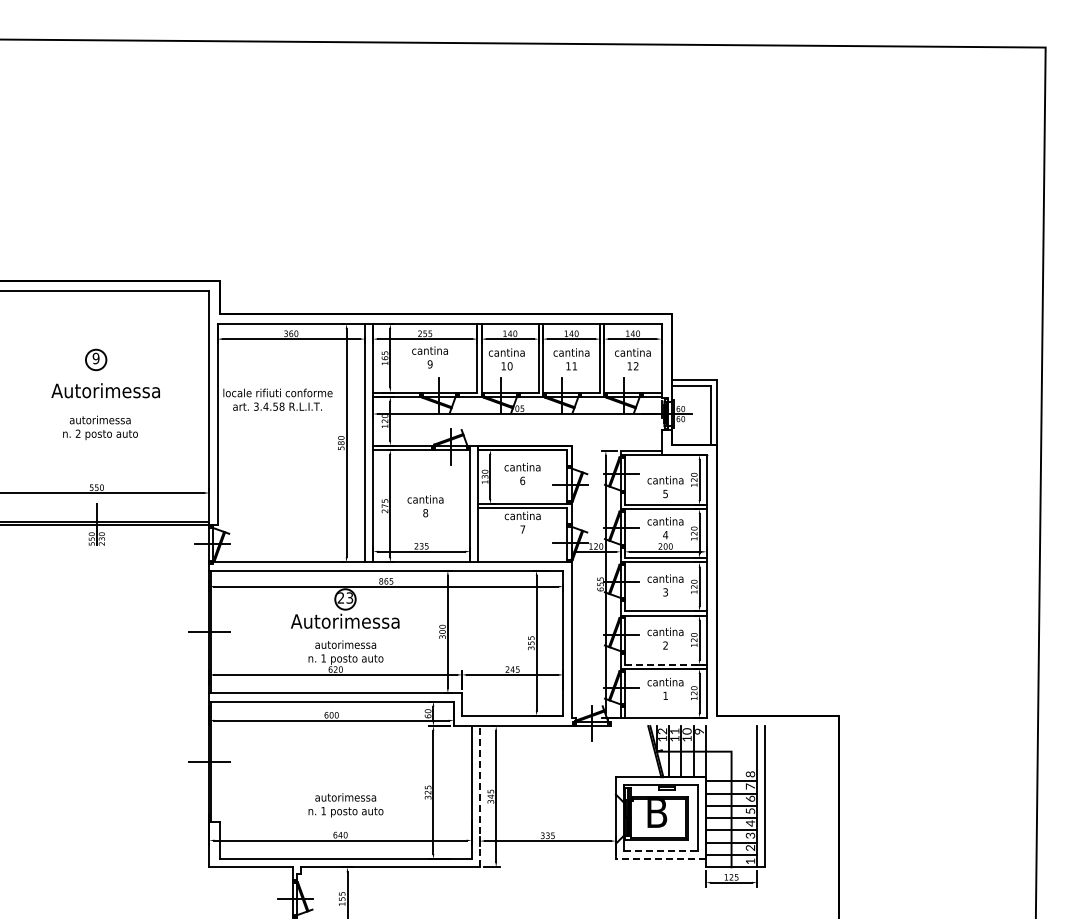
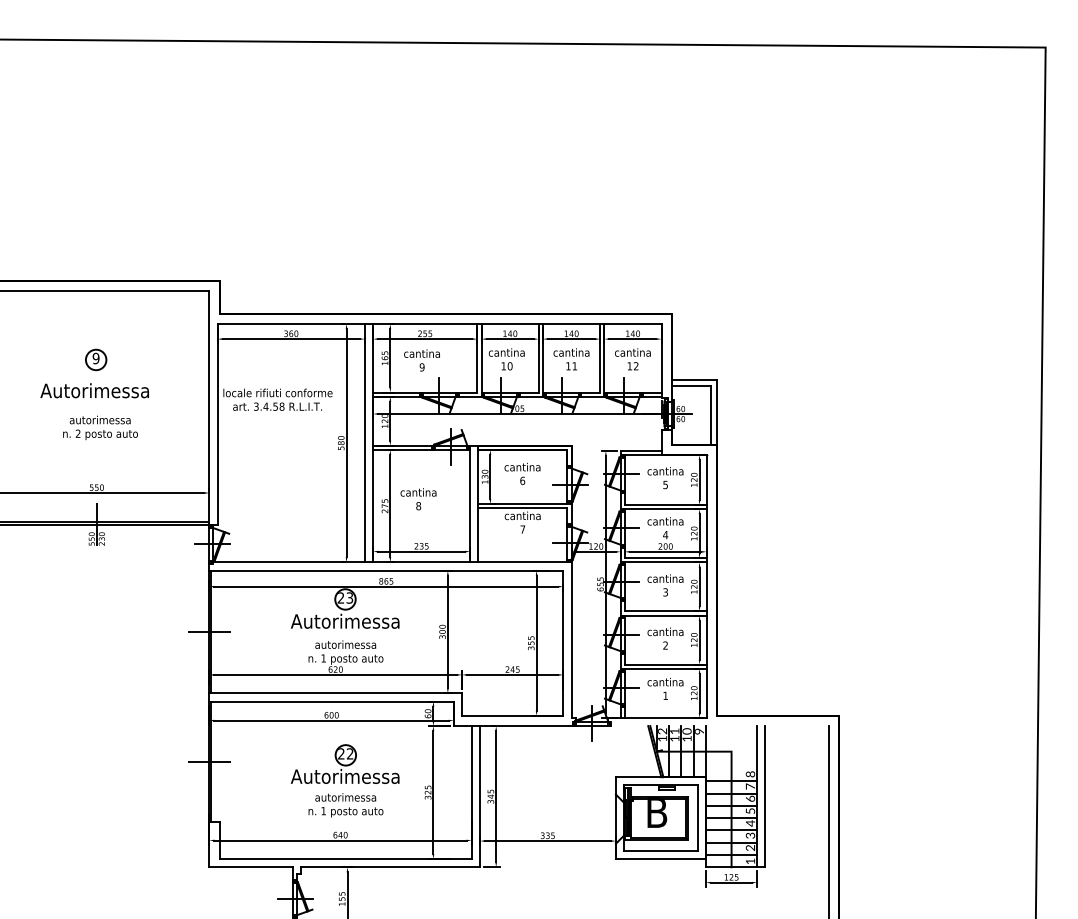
text at (429, 357) position: (429, 357) -> (421, 360)
text at (105, 390) position: (105, 390) -> (94, 390)
text at (665, 487) position: (665, 487) -> (665, 478)
text at (425, 506) position: (425, 506) -> (418, 499)
line at (665, 664): dashed -> solid
part at (345, 763): none -> present
line at (479, 796): dashed -> solid
line at (828, 820): none -> present
line at (660, 850): dashed -> solid
line at (660, 859): dashed -> solid
